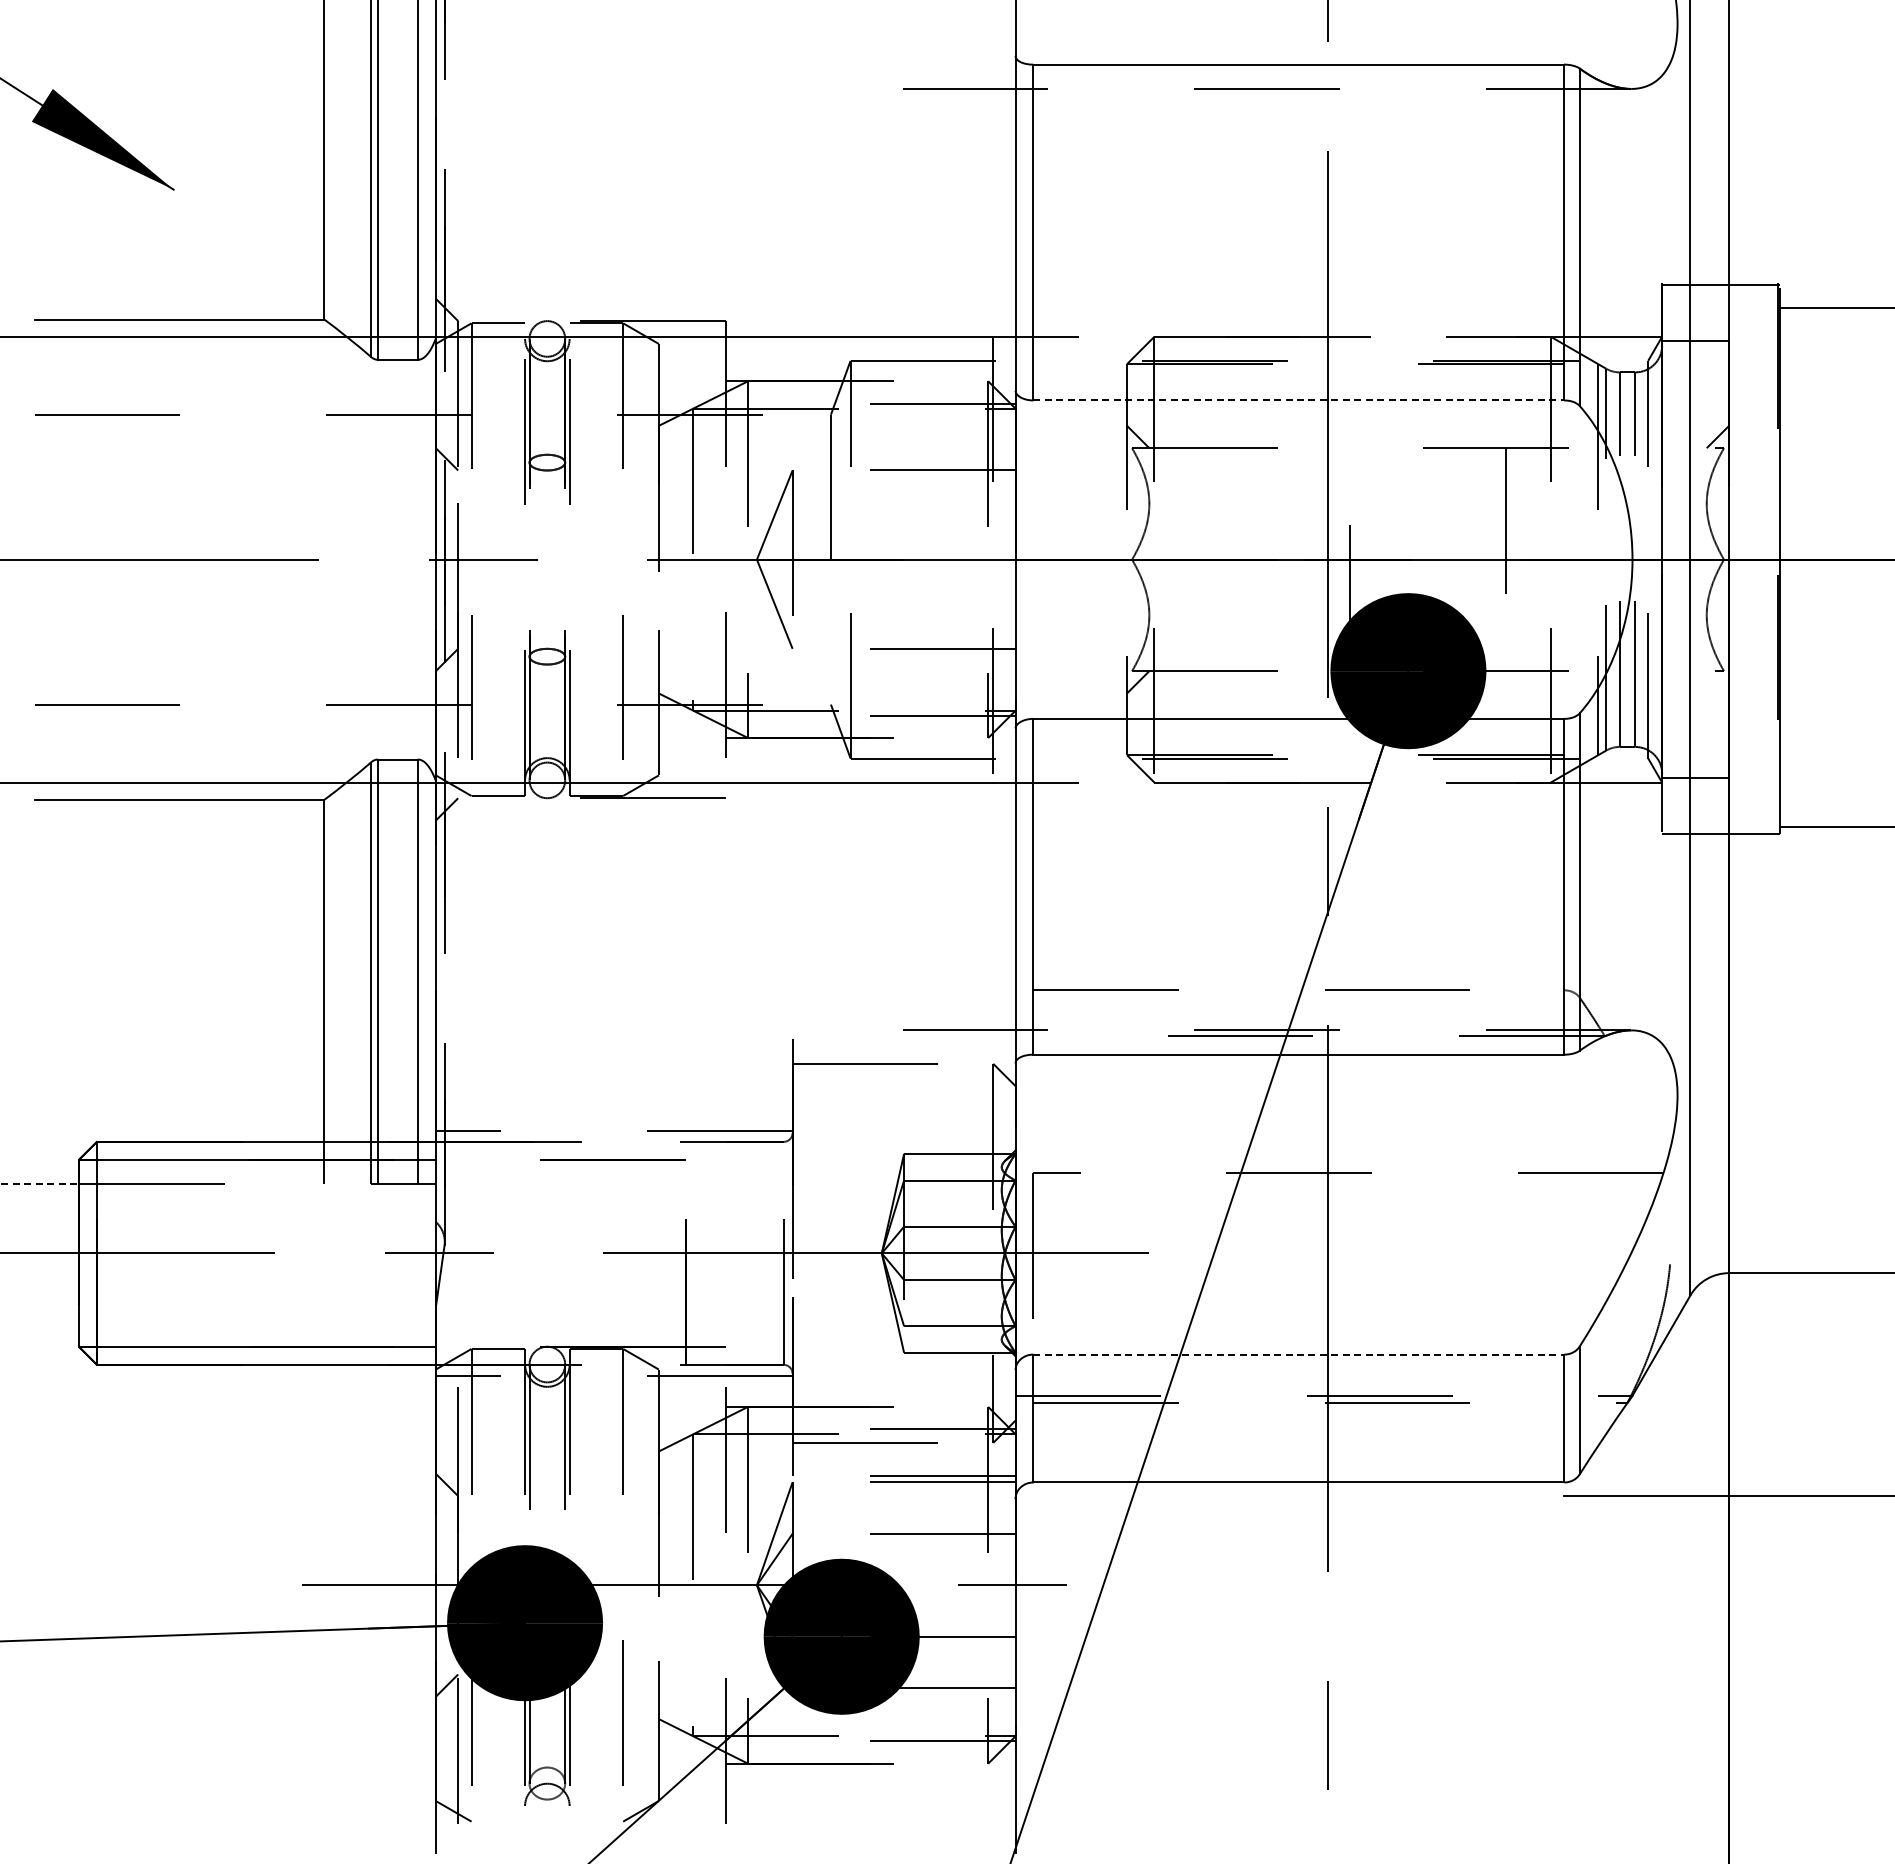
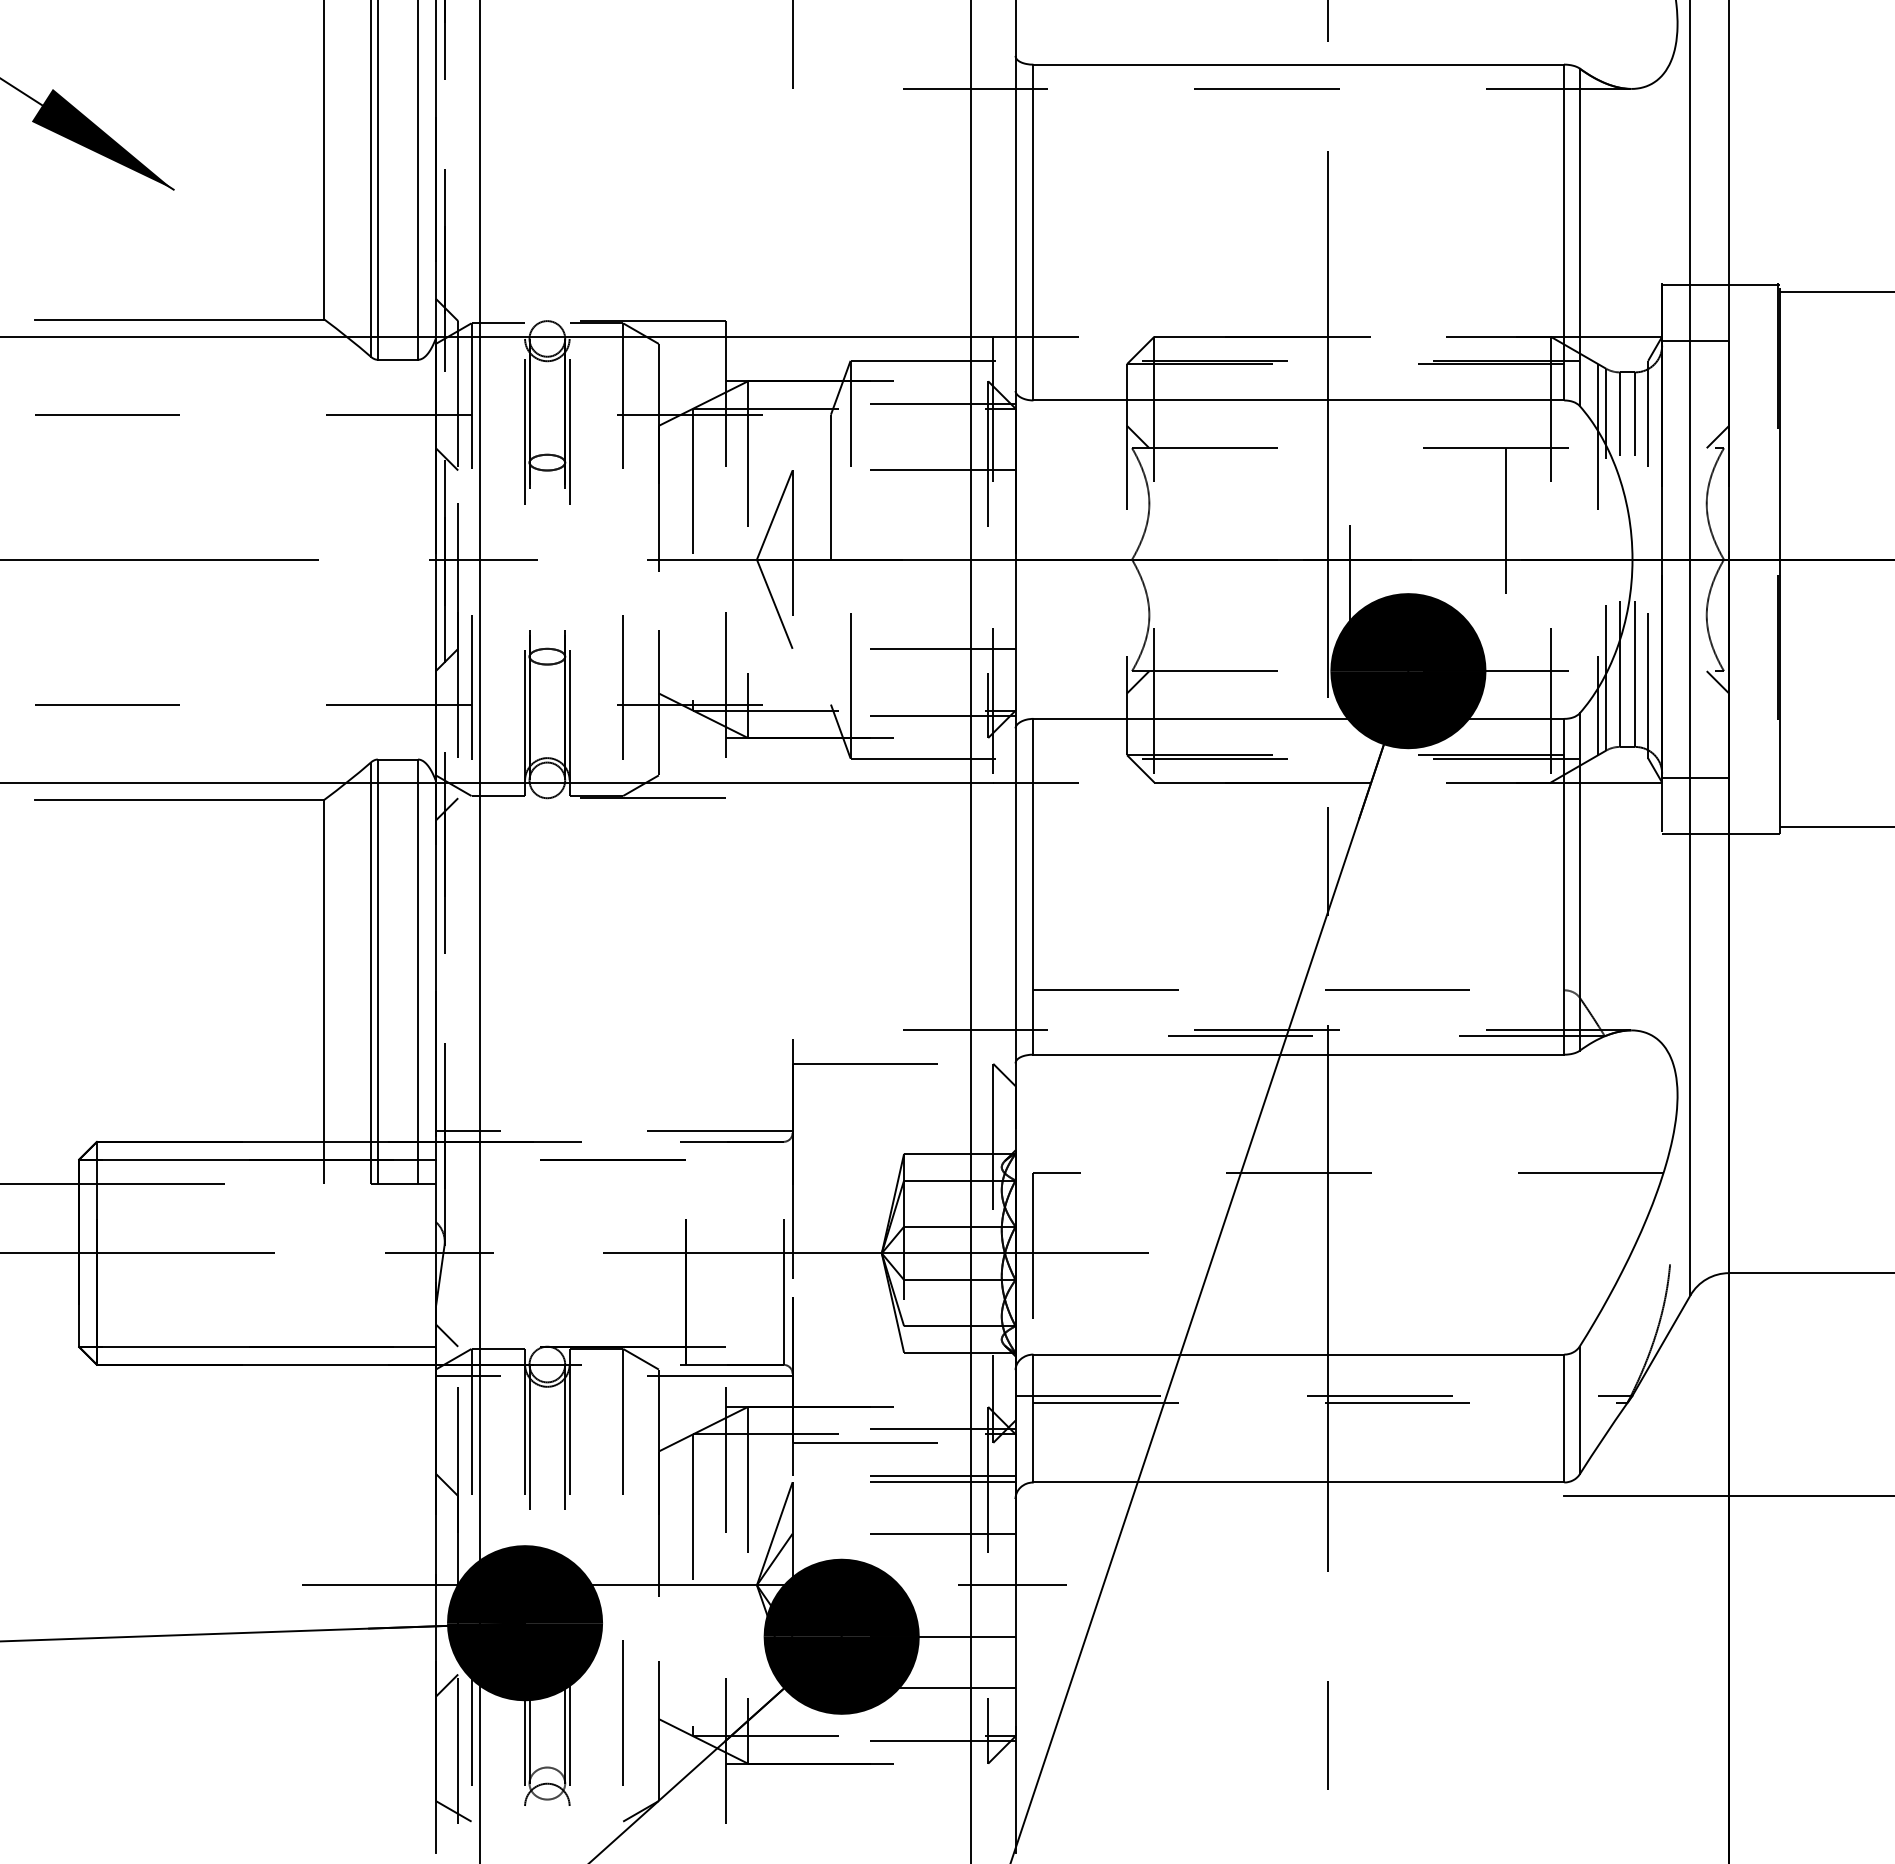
line at (792, 45): none -> present
line at (1835, 308) position: (1835, 308) -> (1835, 292)
line at (1299, 400): dashed -> solid
line at (1717, 682): none -> present
line at (480, 931): none -> present
line at (970, 931): none -> present
line at (40, 1183): dashed -> solid
line at (446, 1335): none -> present
line at (1299, 1354): dashed -> solid
